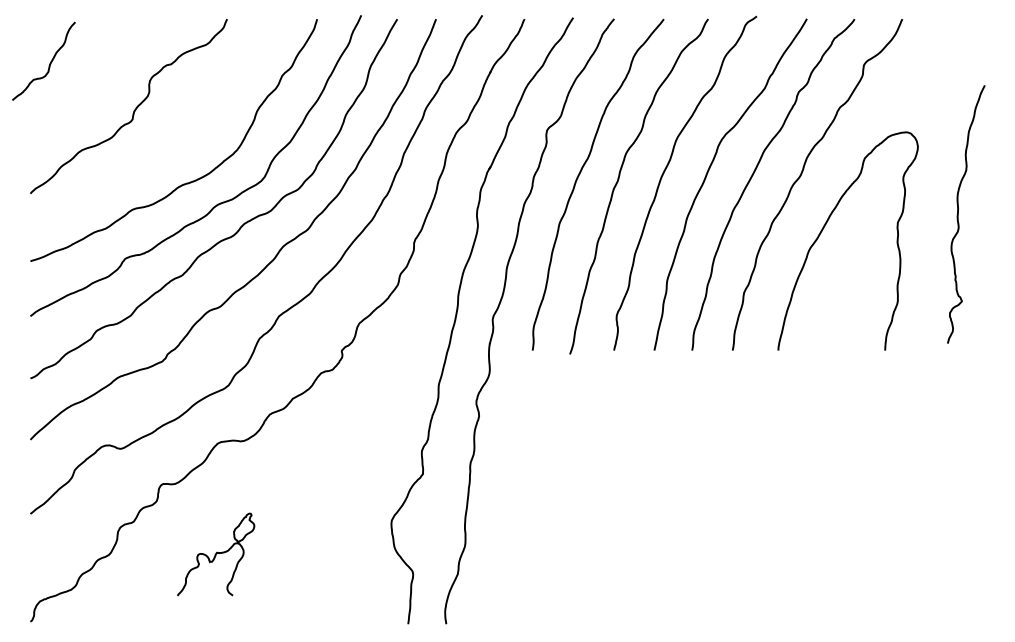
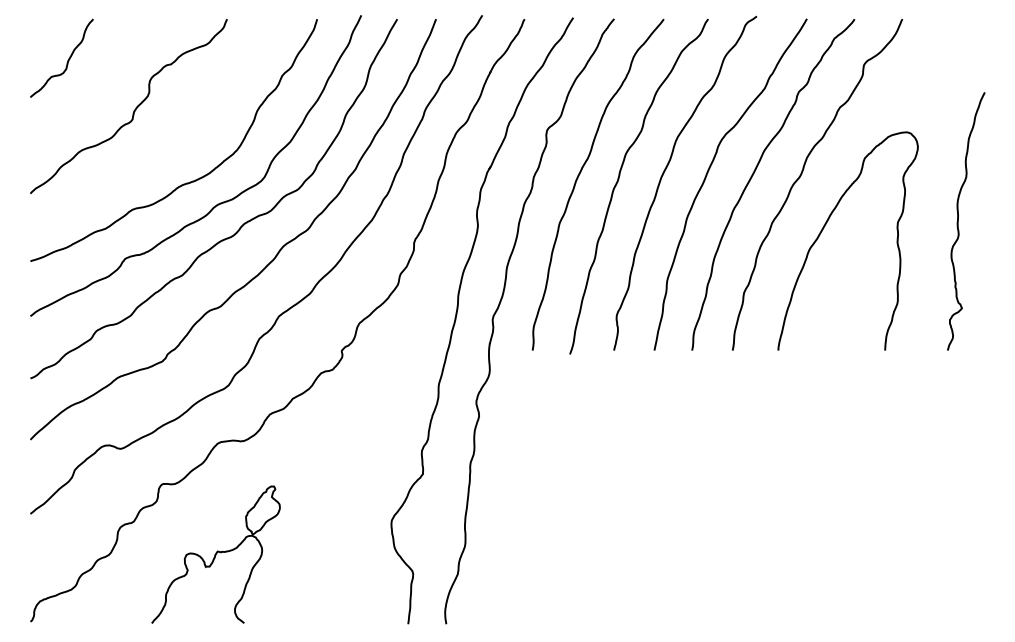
curve at (49, 63) position: (49, 63) -> (67, 60)
curve at (958, 214) position: (958, 214) -> (958, 221)
part at (216, 554) size: 79x85 px -> 130x139 px
